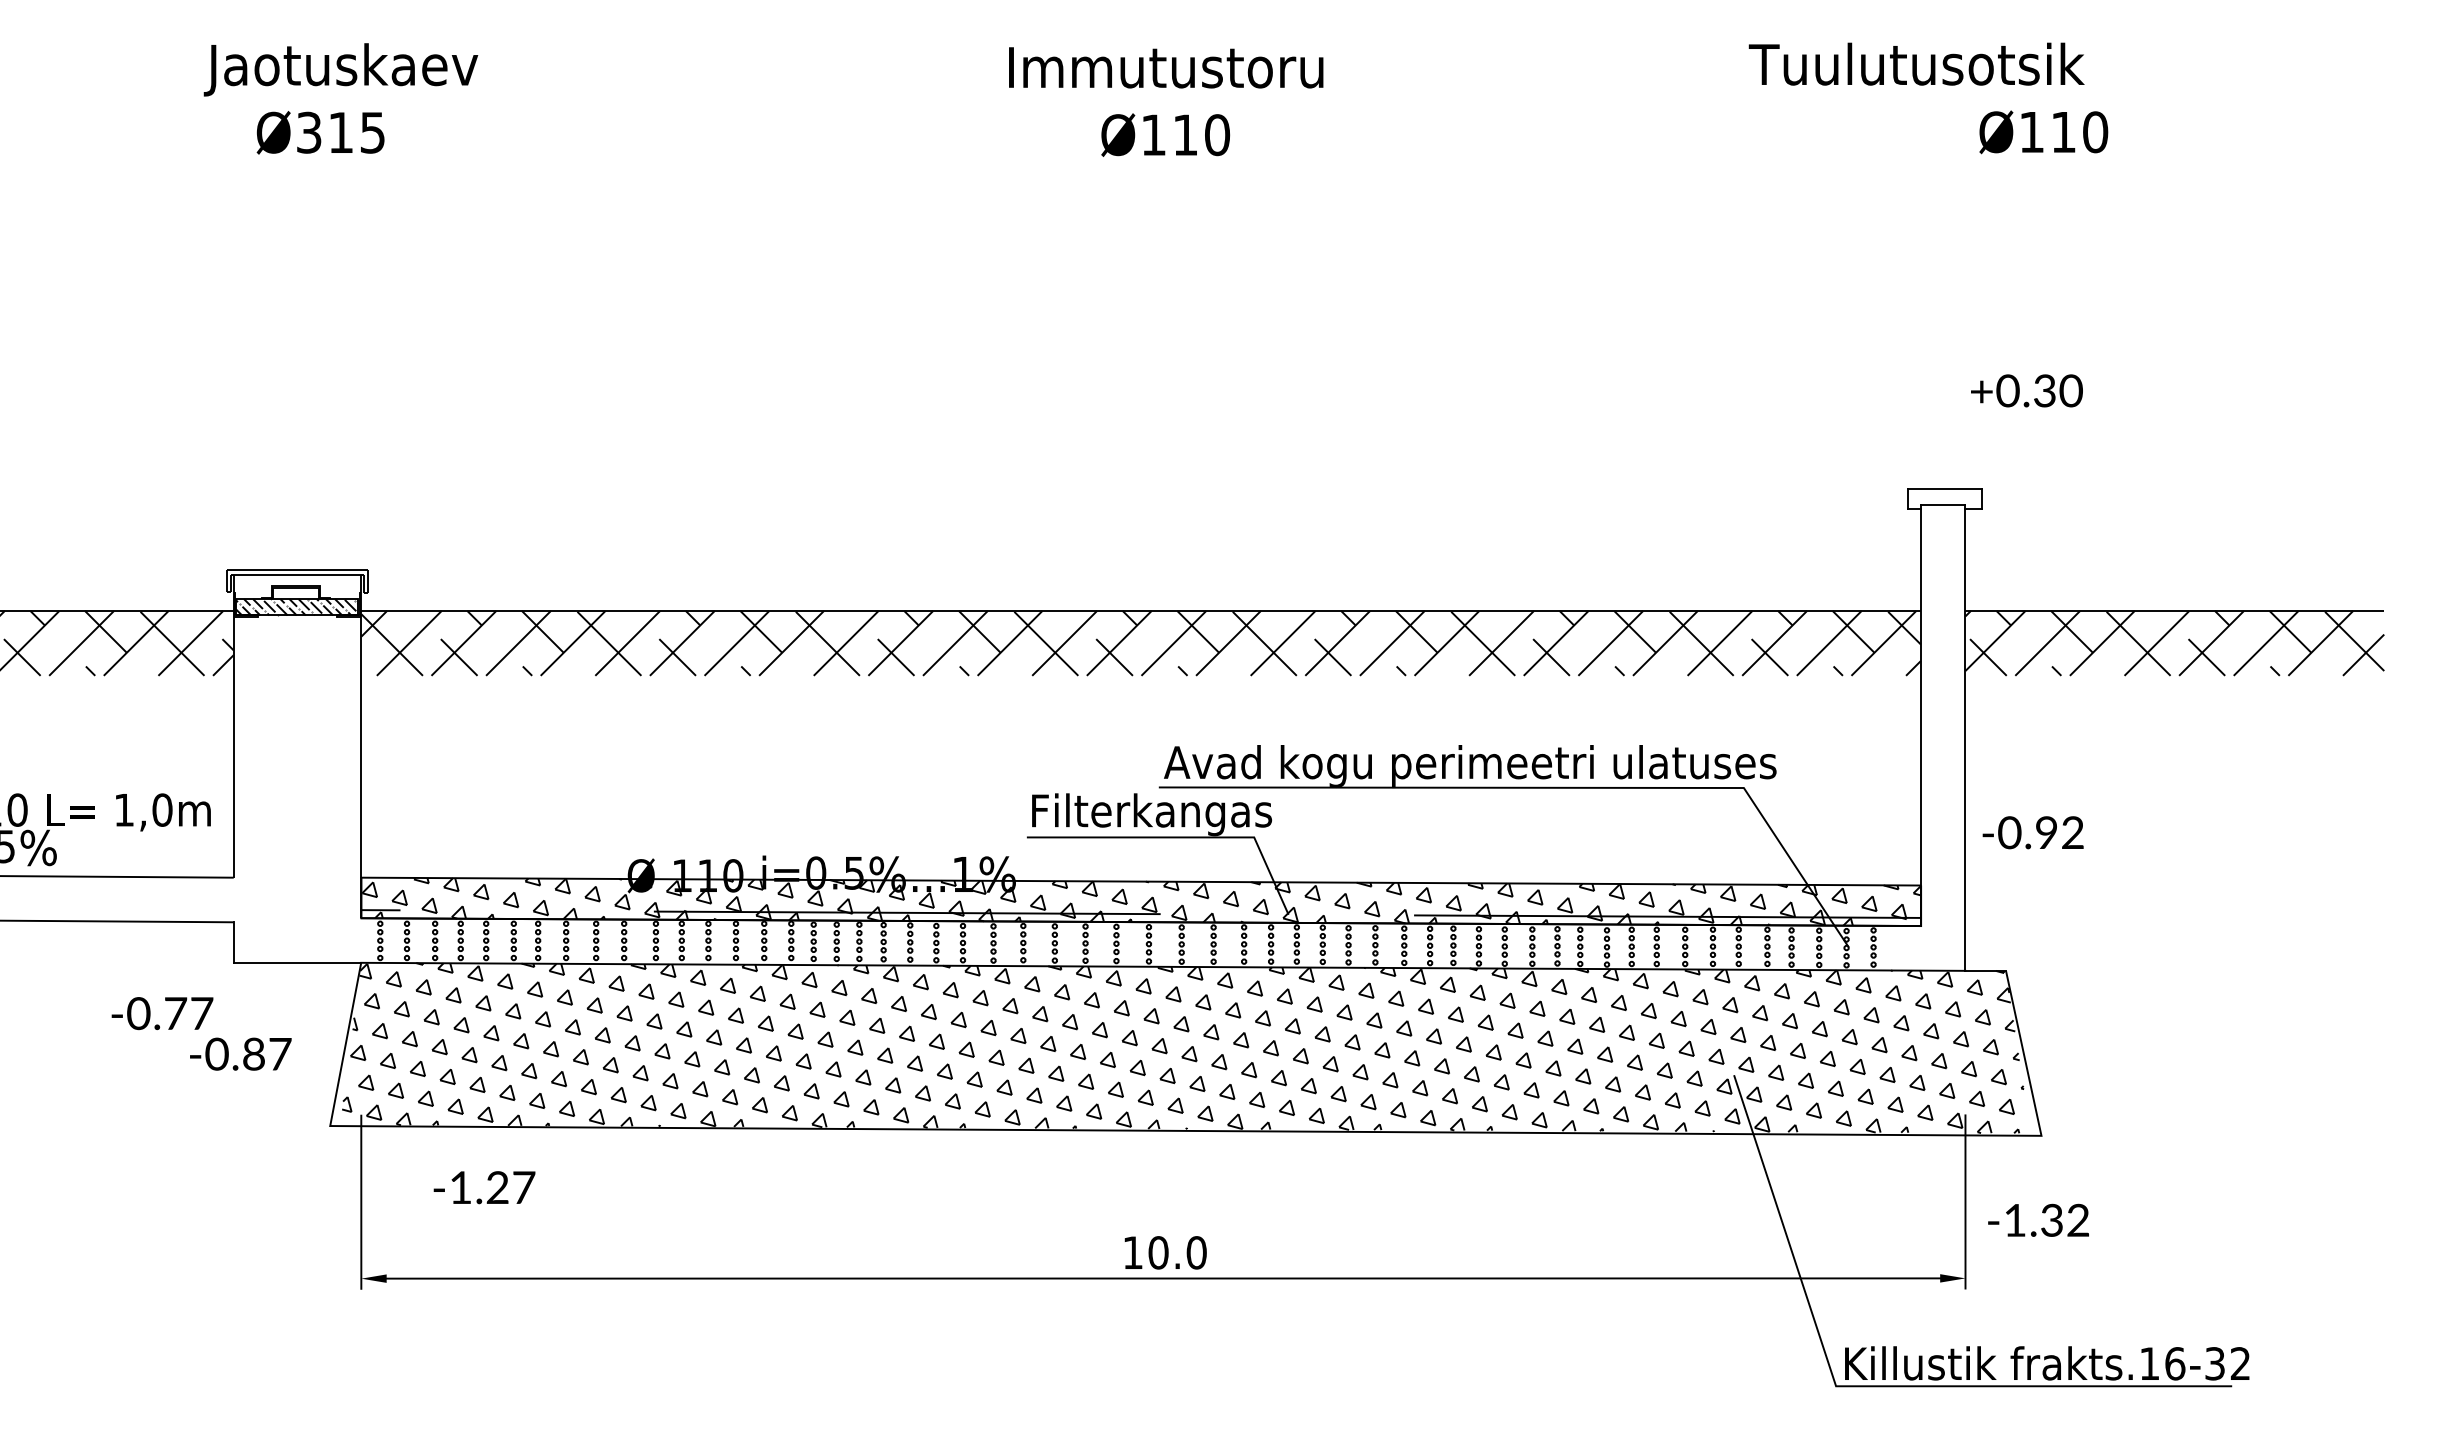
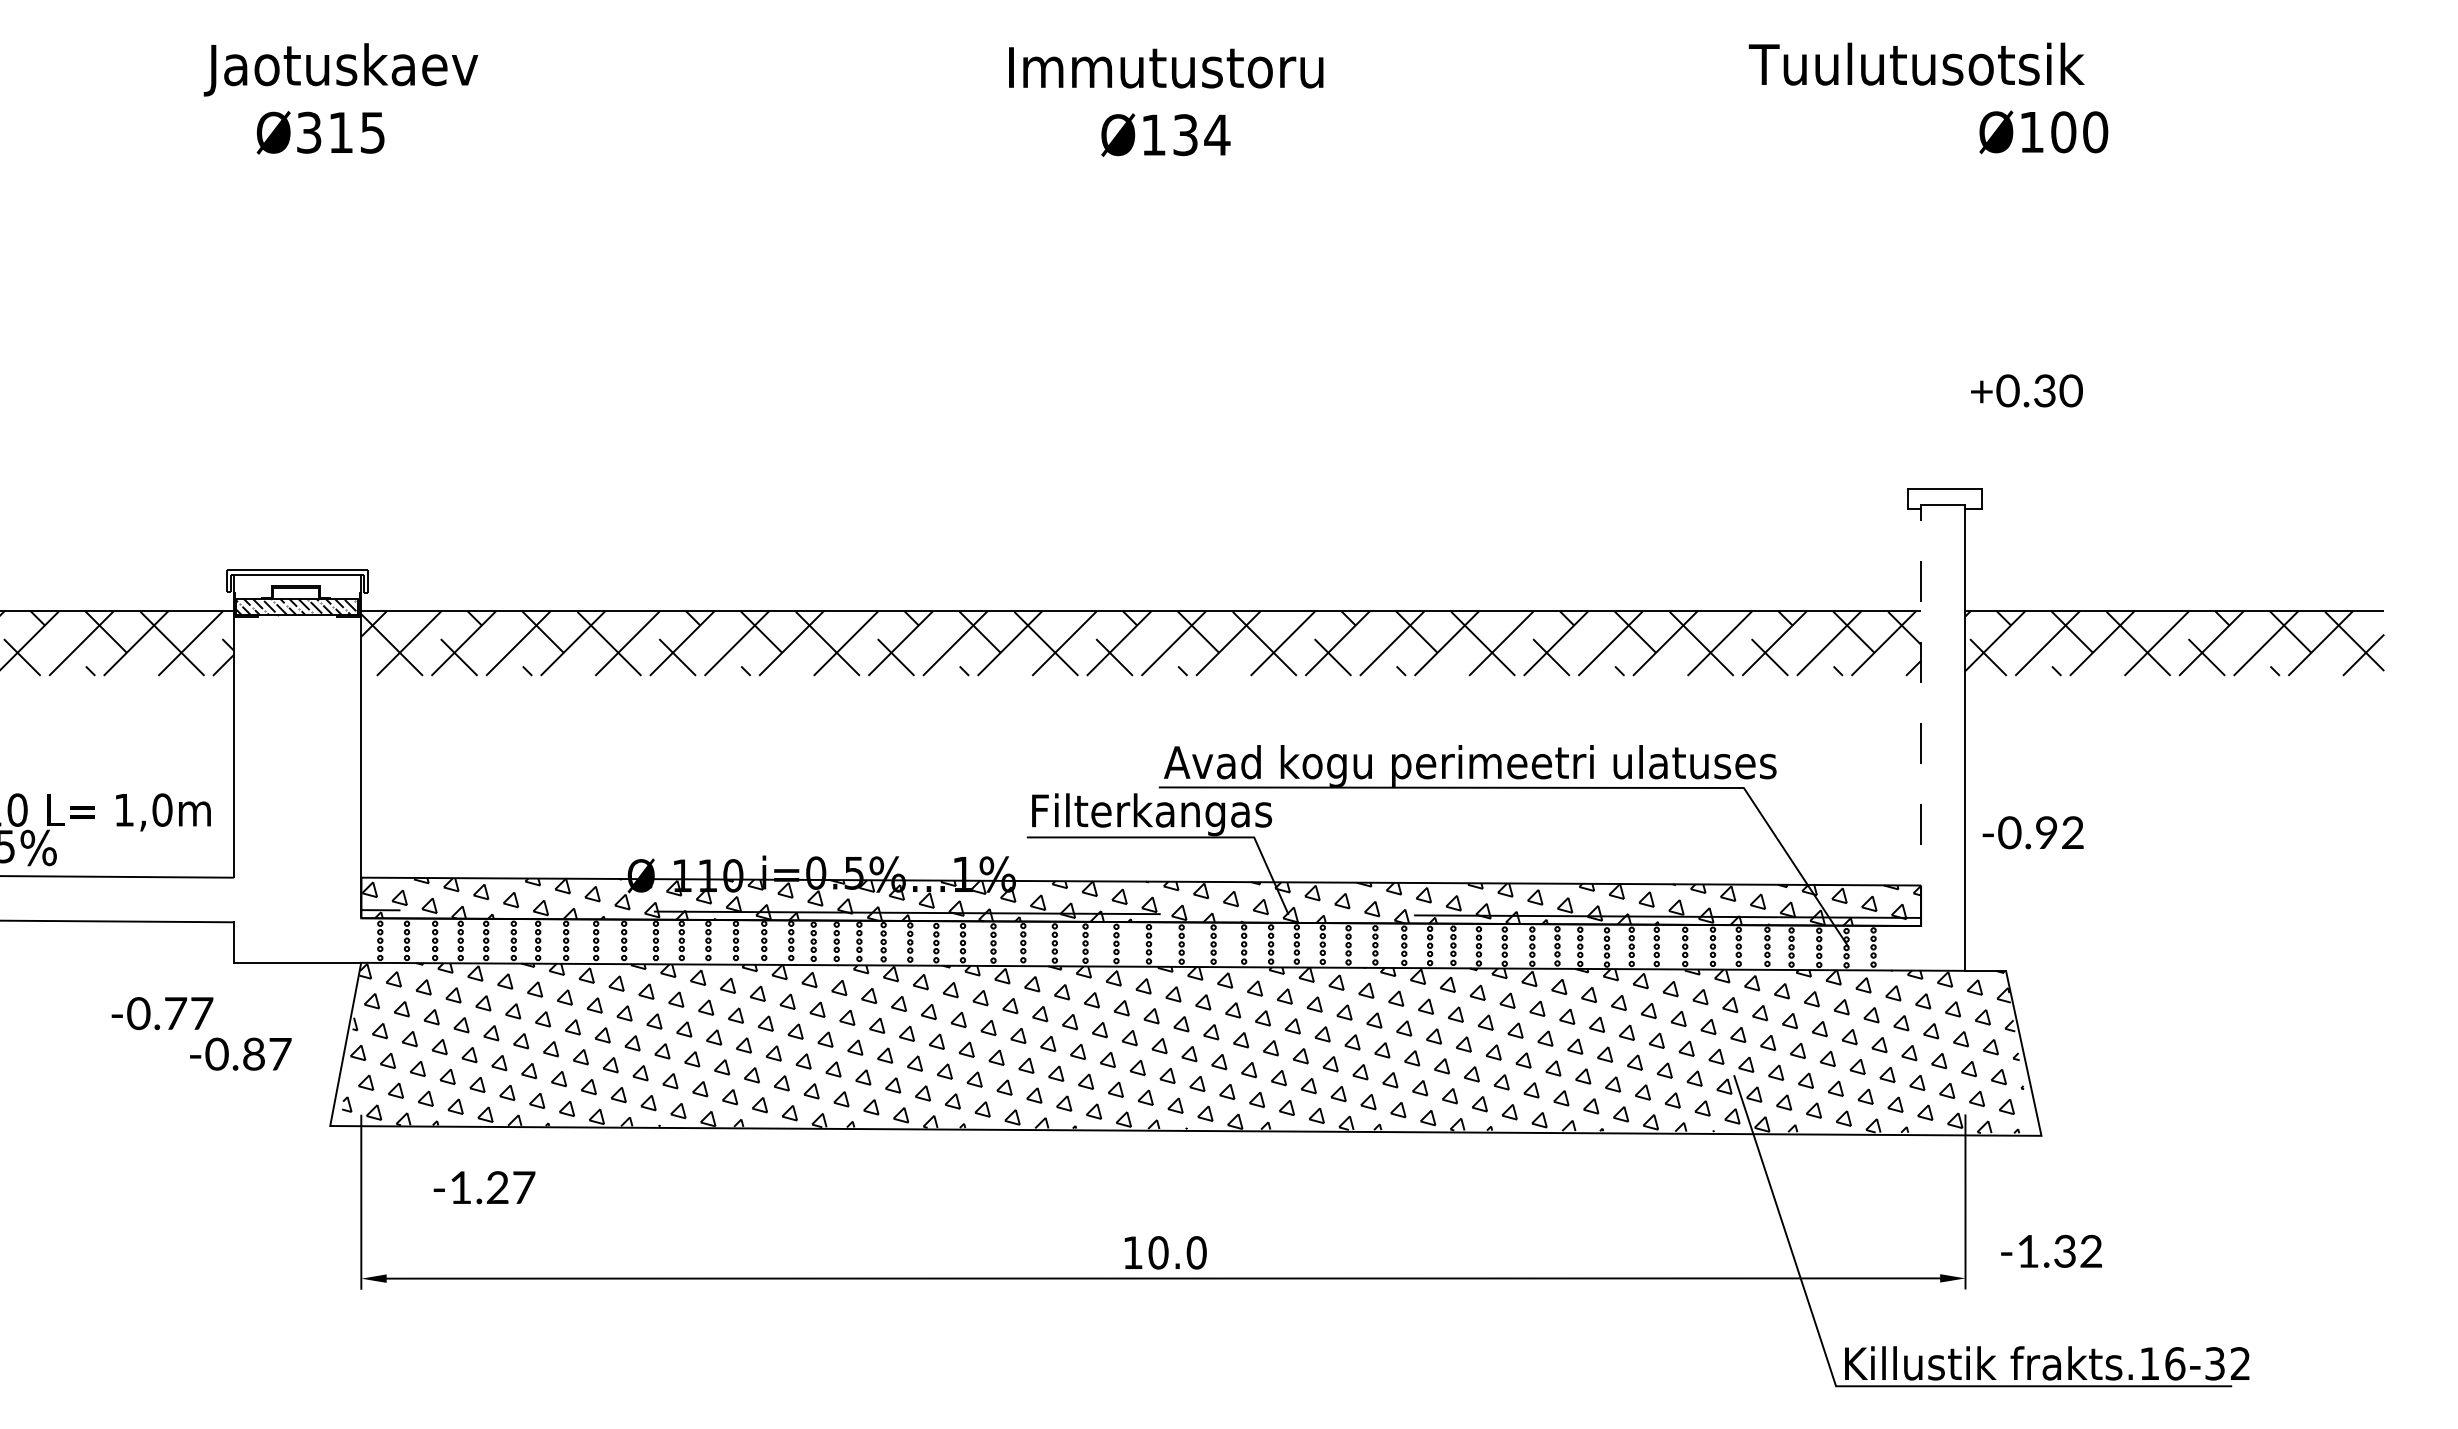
text at (2063, 132): Ø110 -> Ø100
text at (1201, 135): Ø110 -> Ø134
line at (1920, 715): solid -> dashed
text at (2038, 1219) position: (2038, 1219) -> (2051, 1250)
